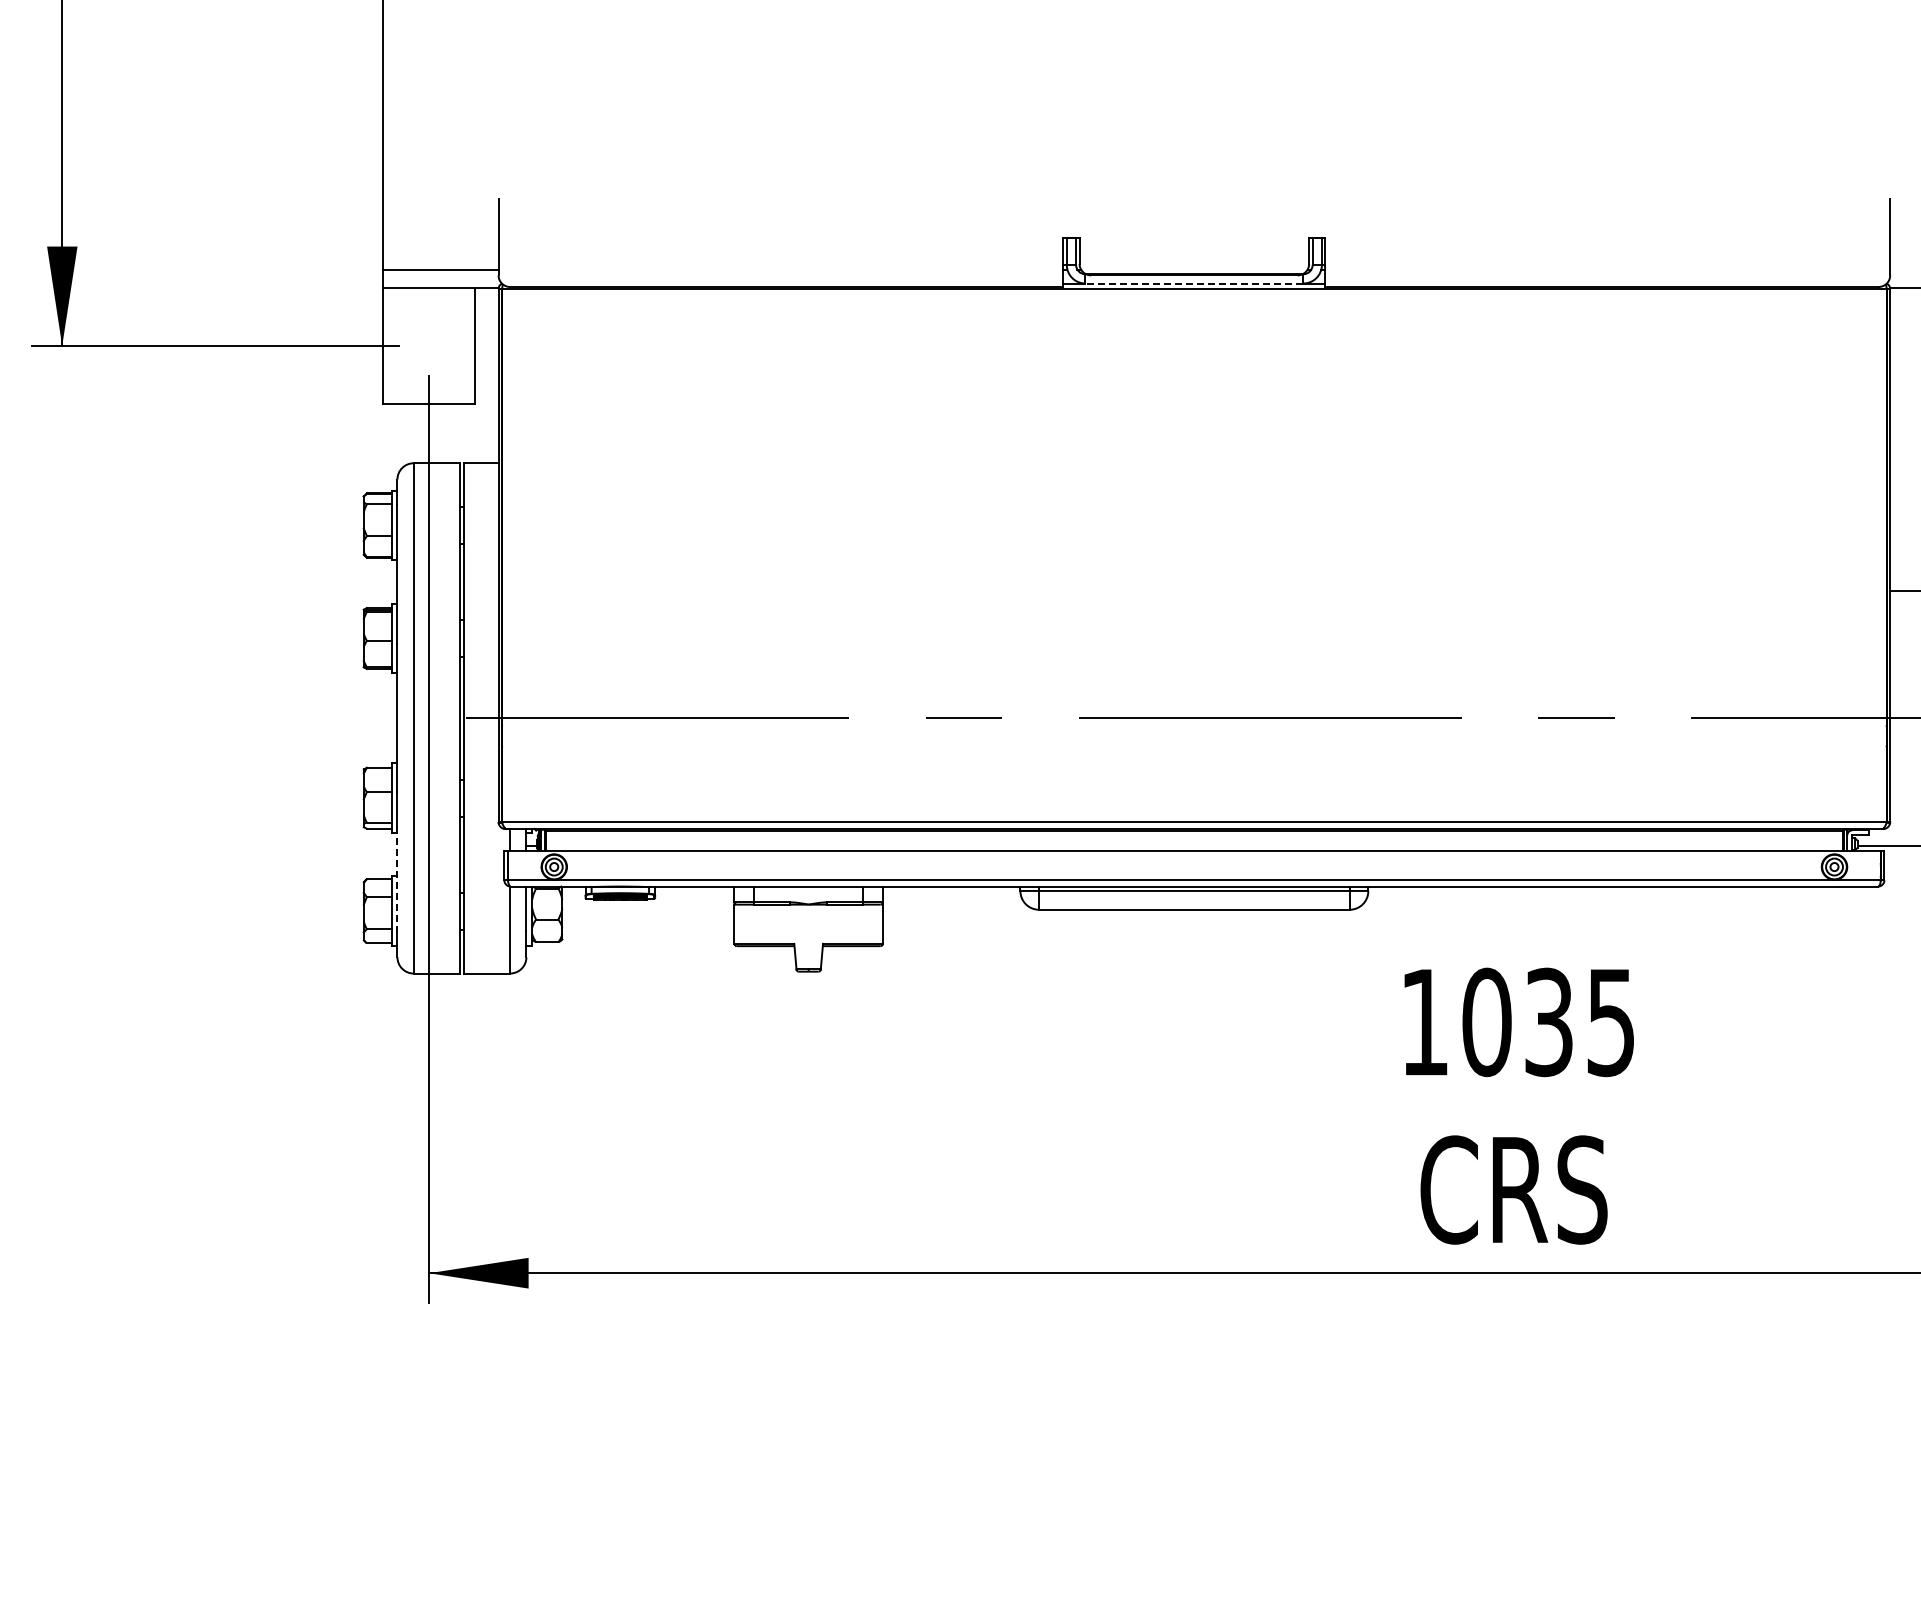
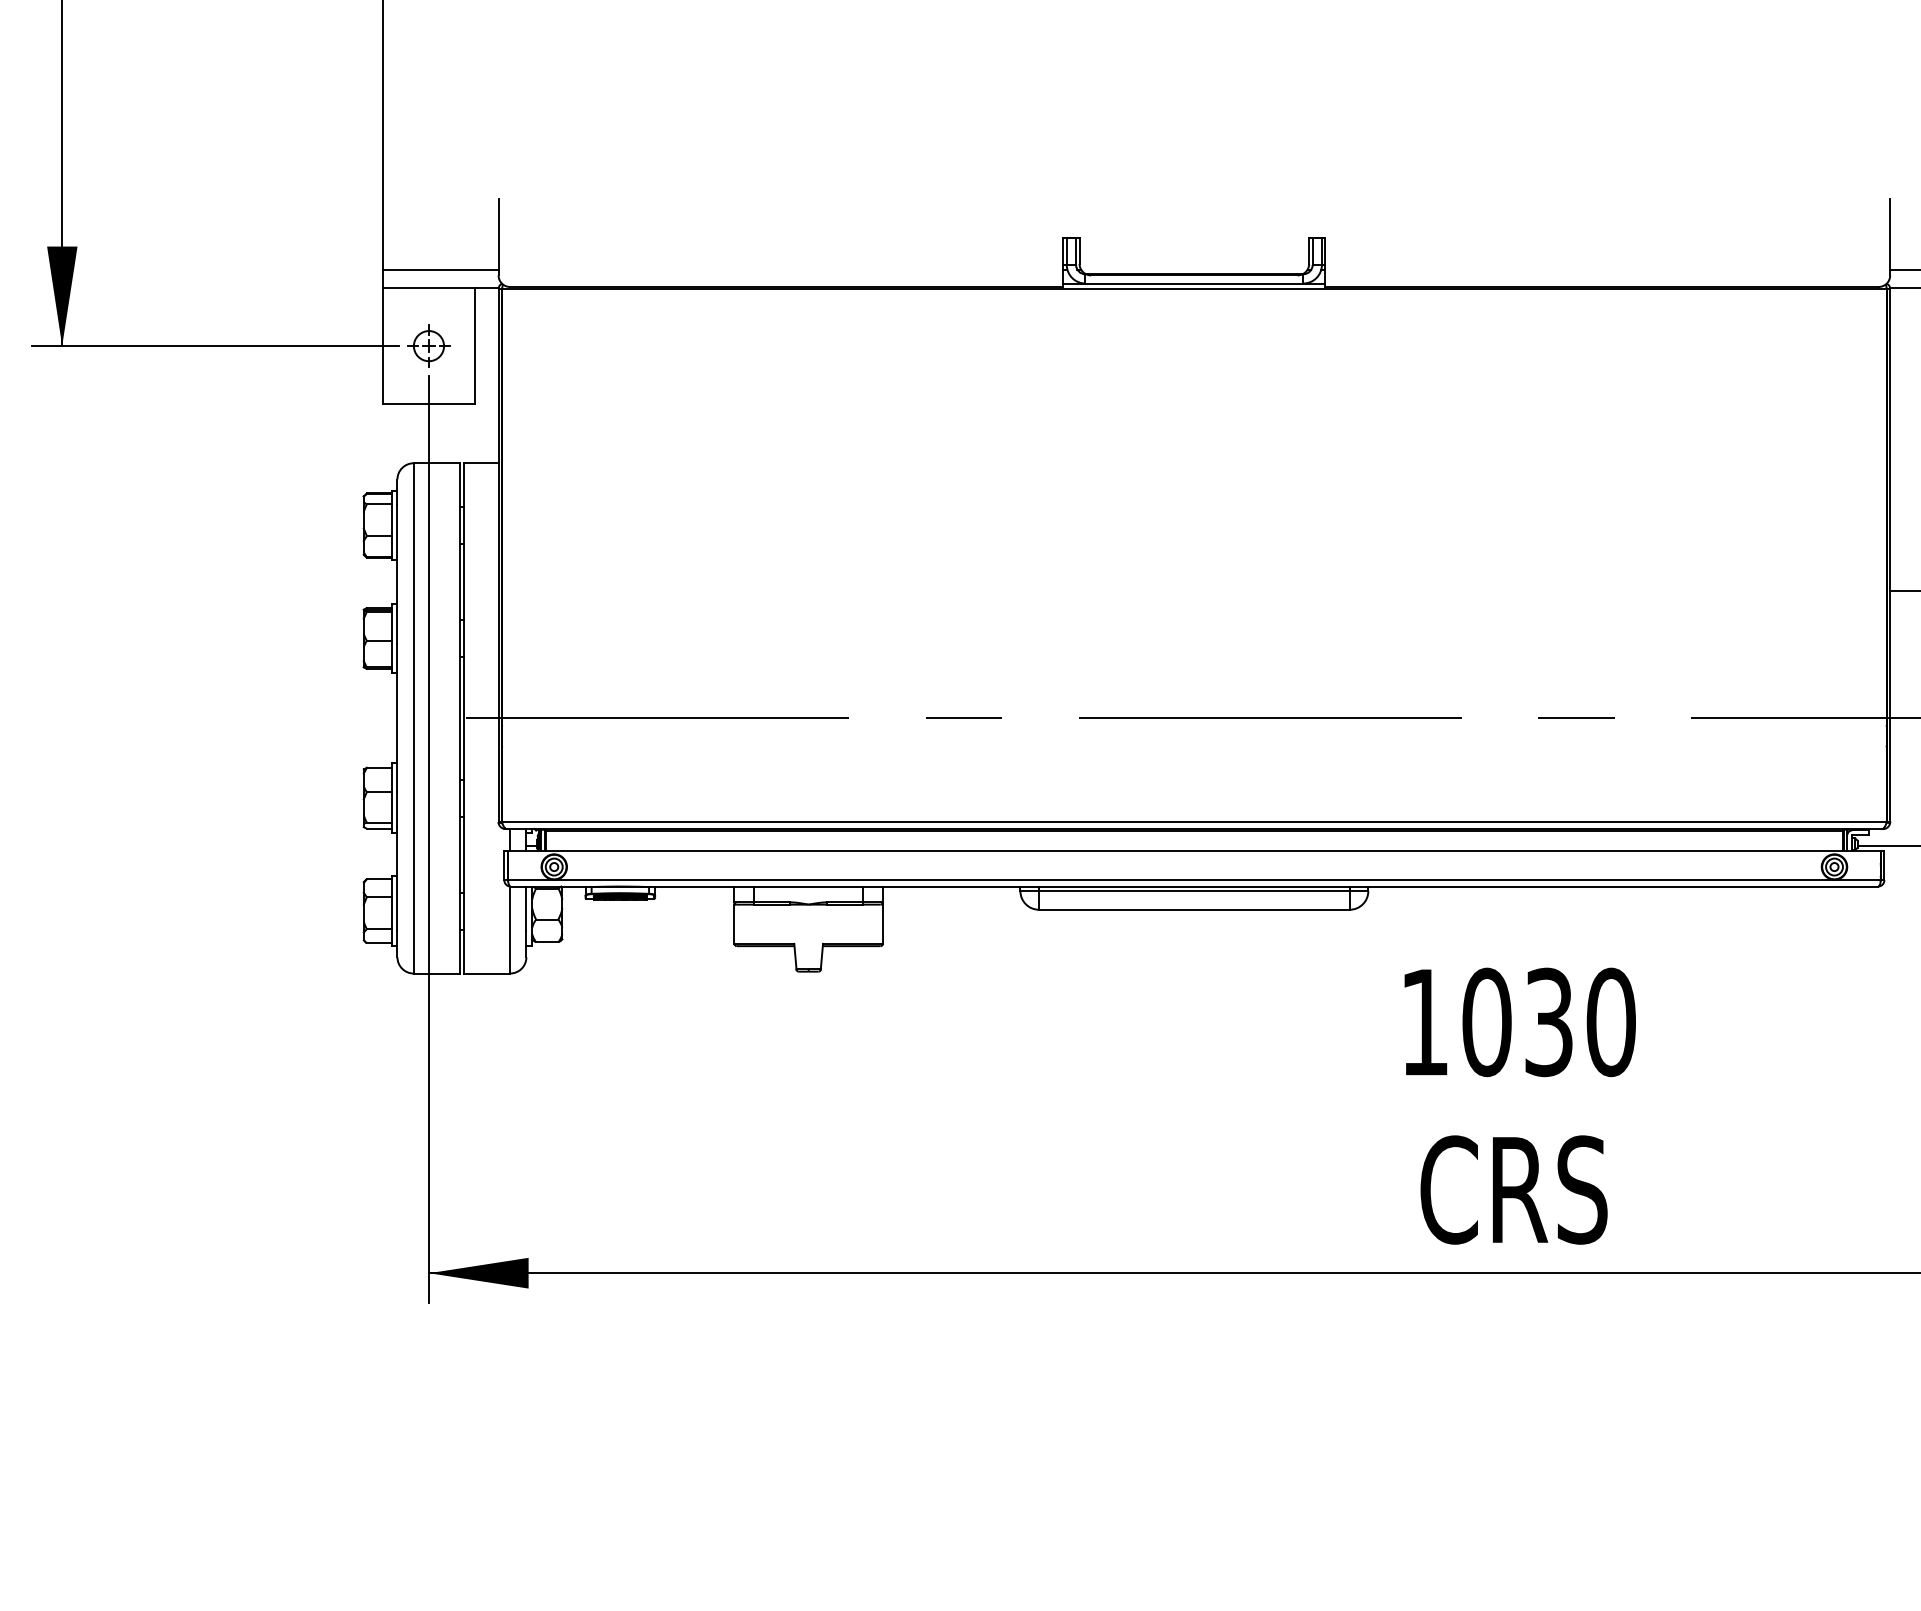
line at (1903, 269): none -> present
line at (1193, 283): dashed -> solid
part at (428, 345): none -> present
line at (397, 879): dashed -> solid
text at (1610, 1022): 1035 -> 1030
